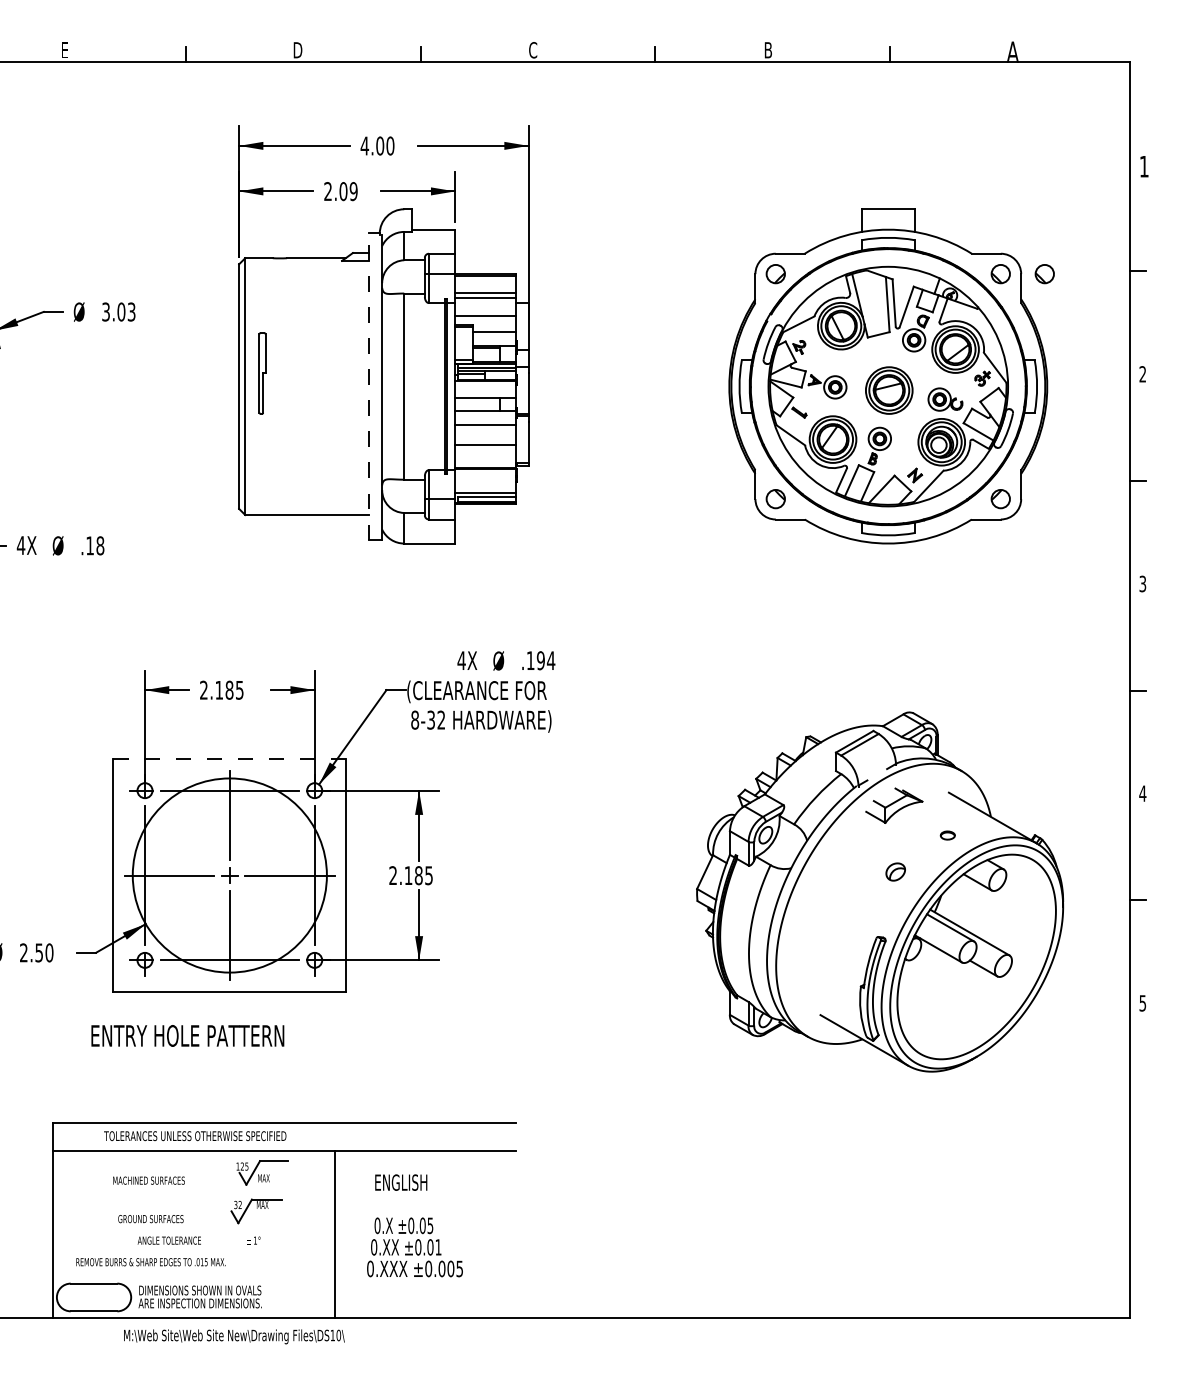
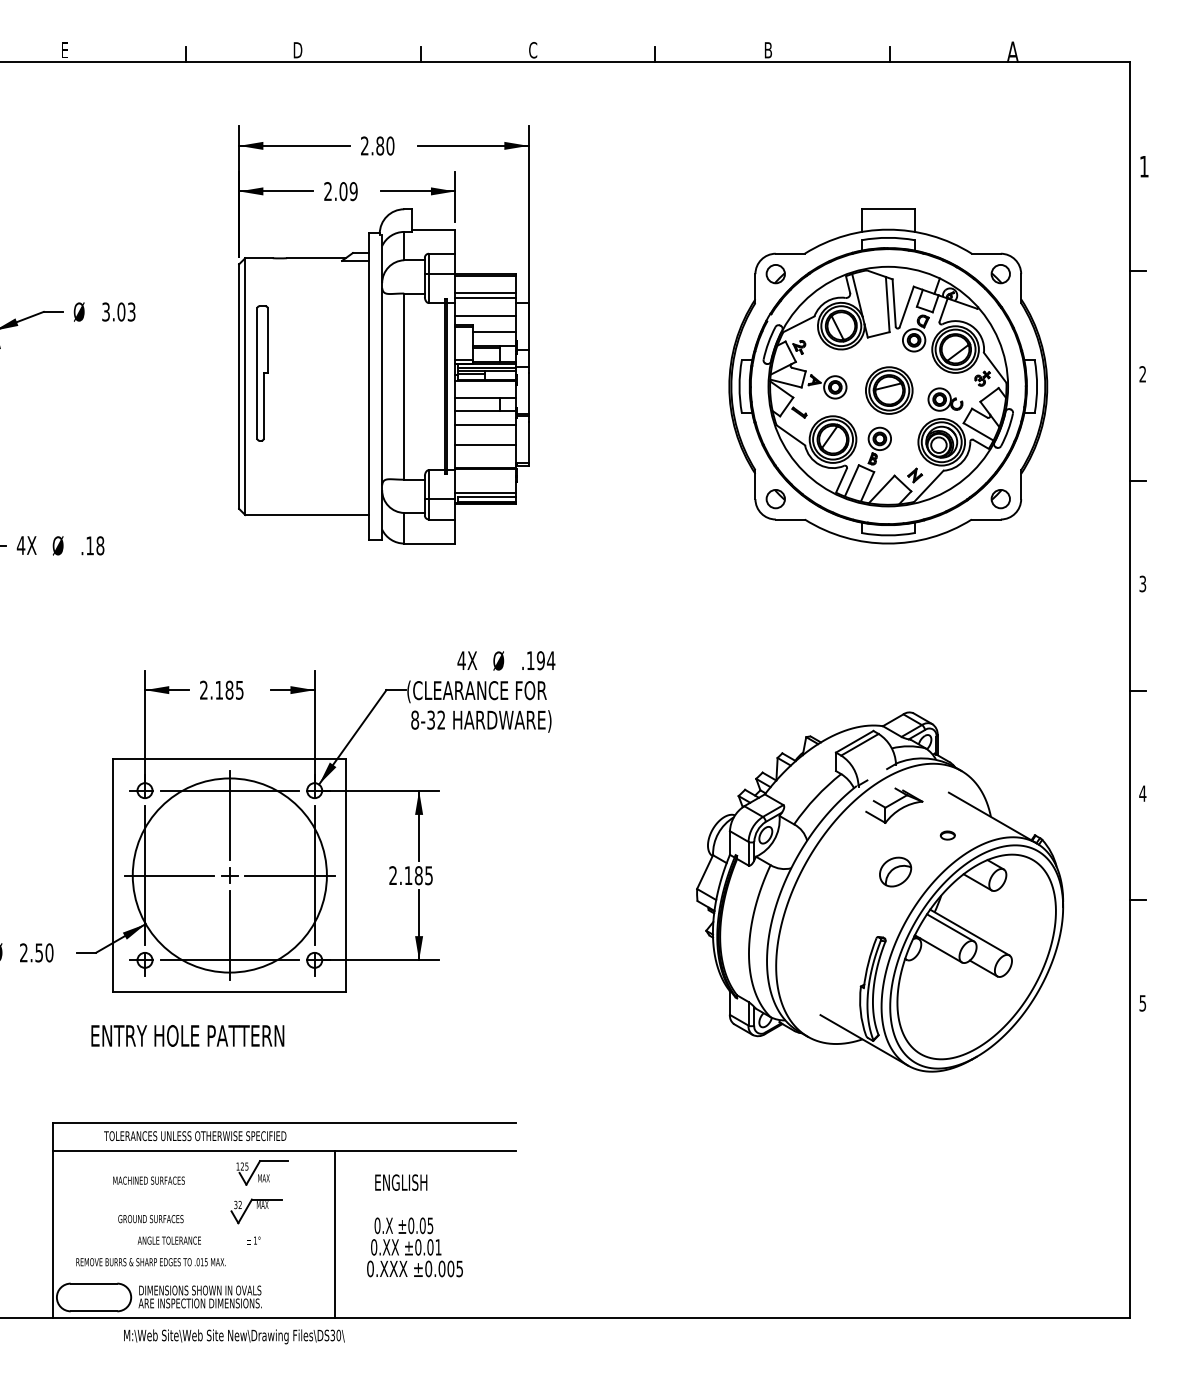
text at (372, 145): 4.00 -> 2.80
part at (1044, 274): present -> none
part at (262, 373) size: 9x83 px -> 13x137 px
line at (369, 386): dashed -> solid
line at (229, 759): dashed -> solid
part at (895, 871) size: 21x20 px -> 34x32 px
text at (332, 1335): Files\DS10\ -> Files\DS30\
